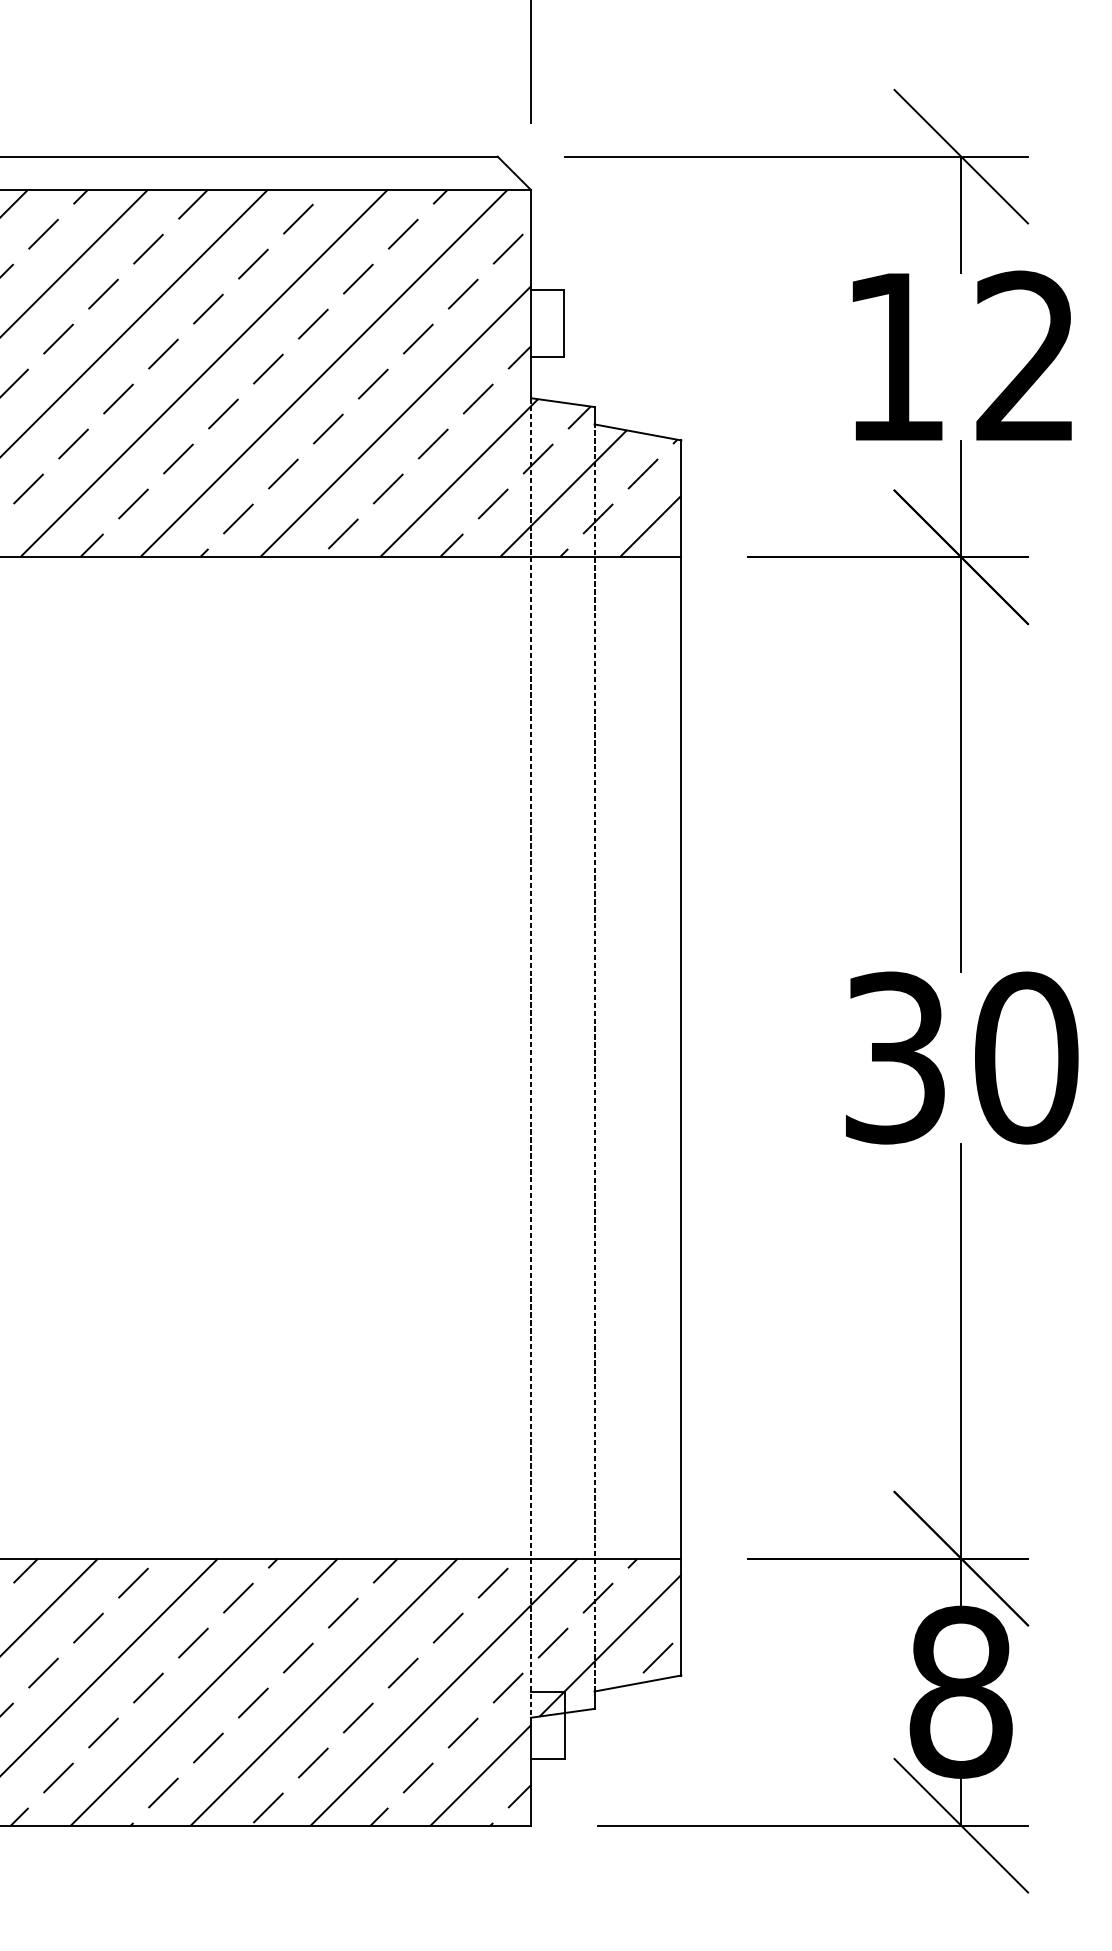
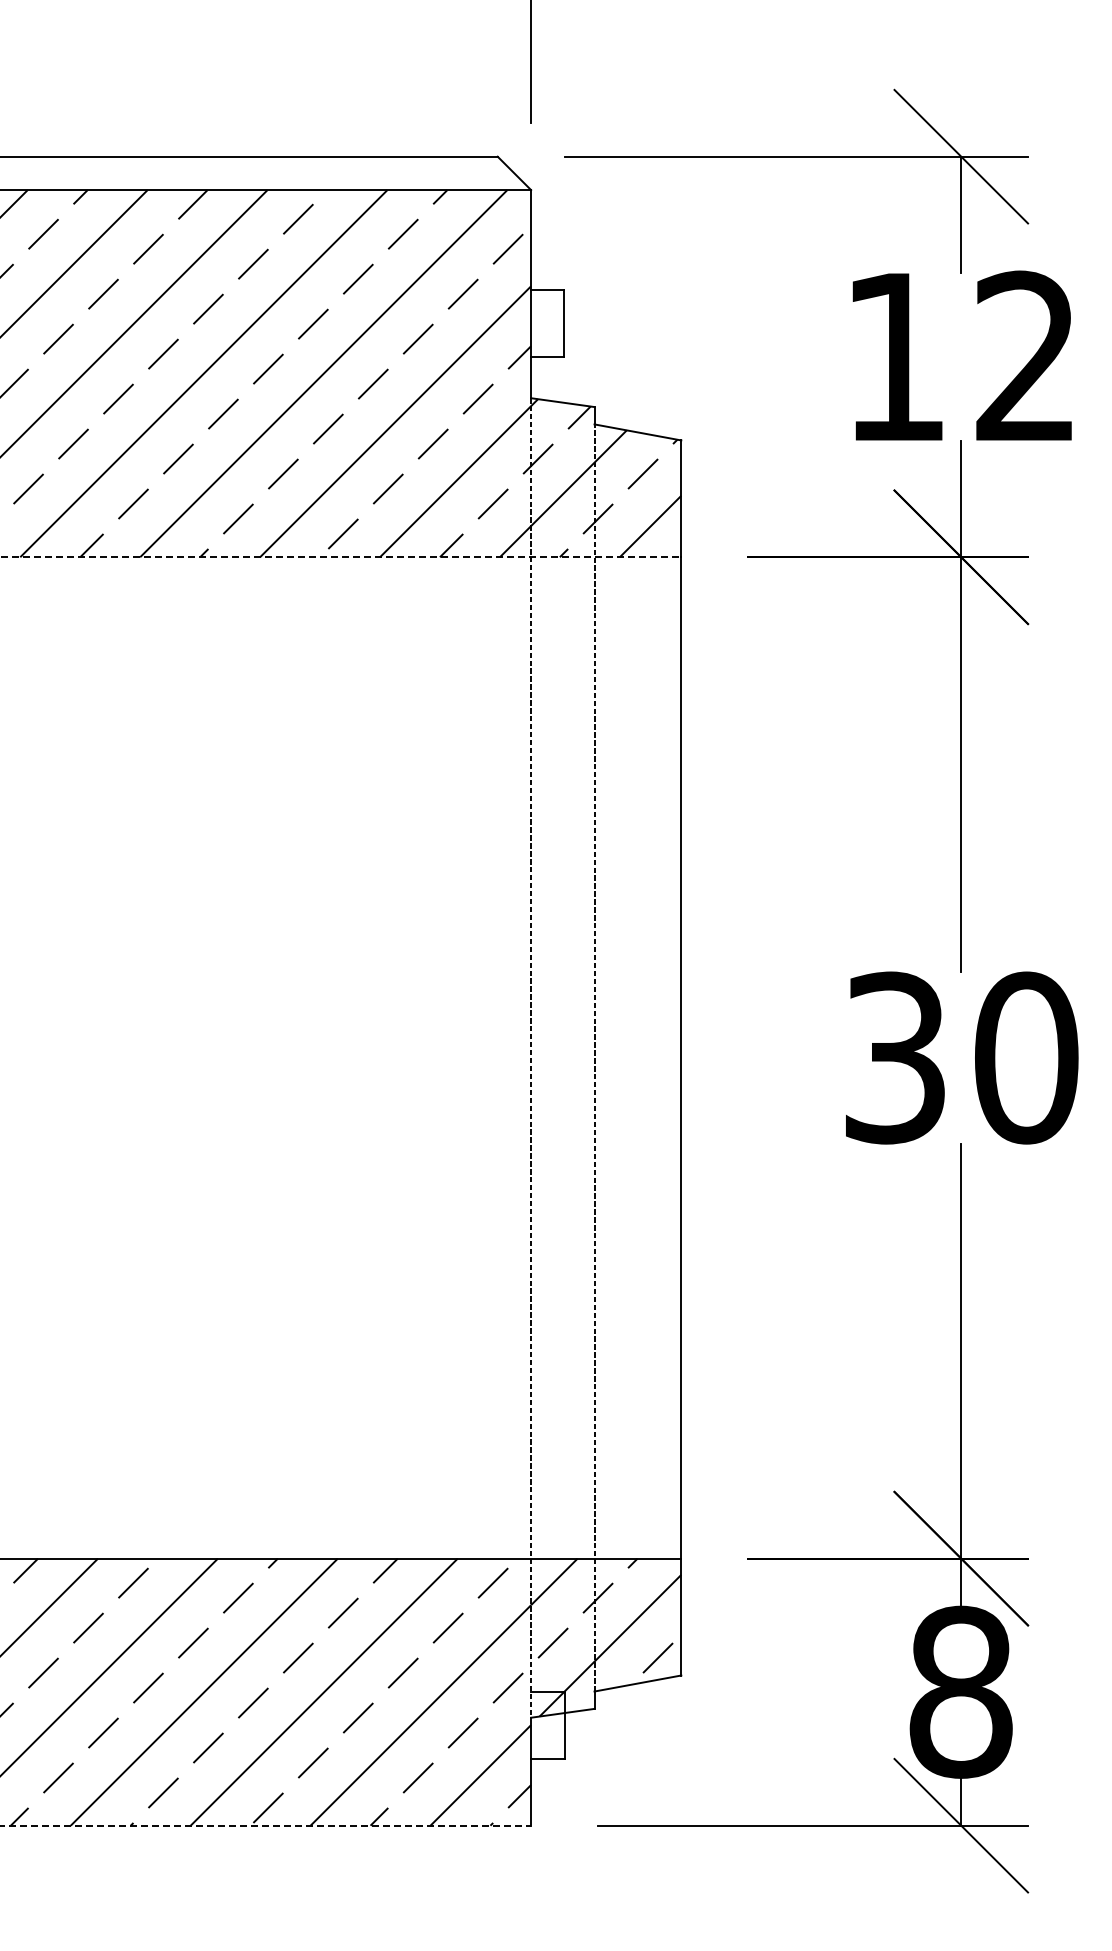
line at (341, 557): solid -> dashed
line at (266, 1825): solid -> dashed
